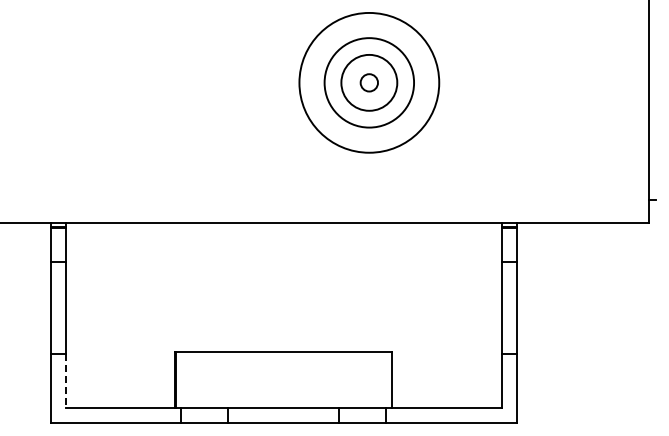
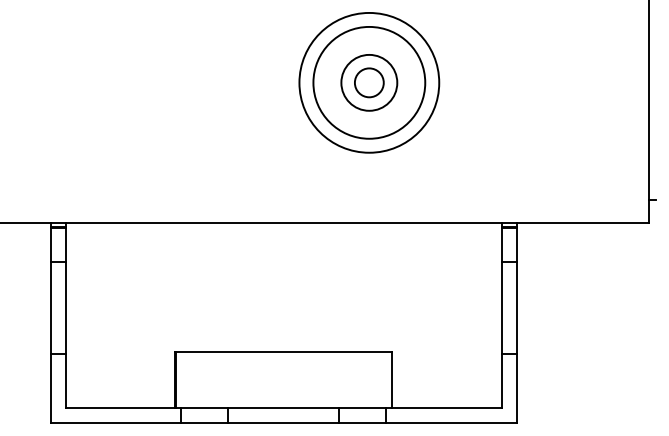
circle at (369, 82) diameter: 17 px -> 29 px
circle at (369, 82) diameter: 89 px -> 112 px
line at (65, 381): dashed -> solid
